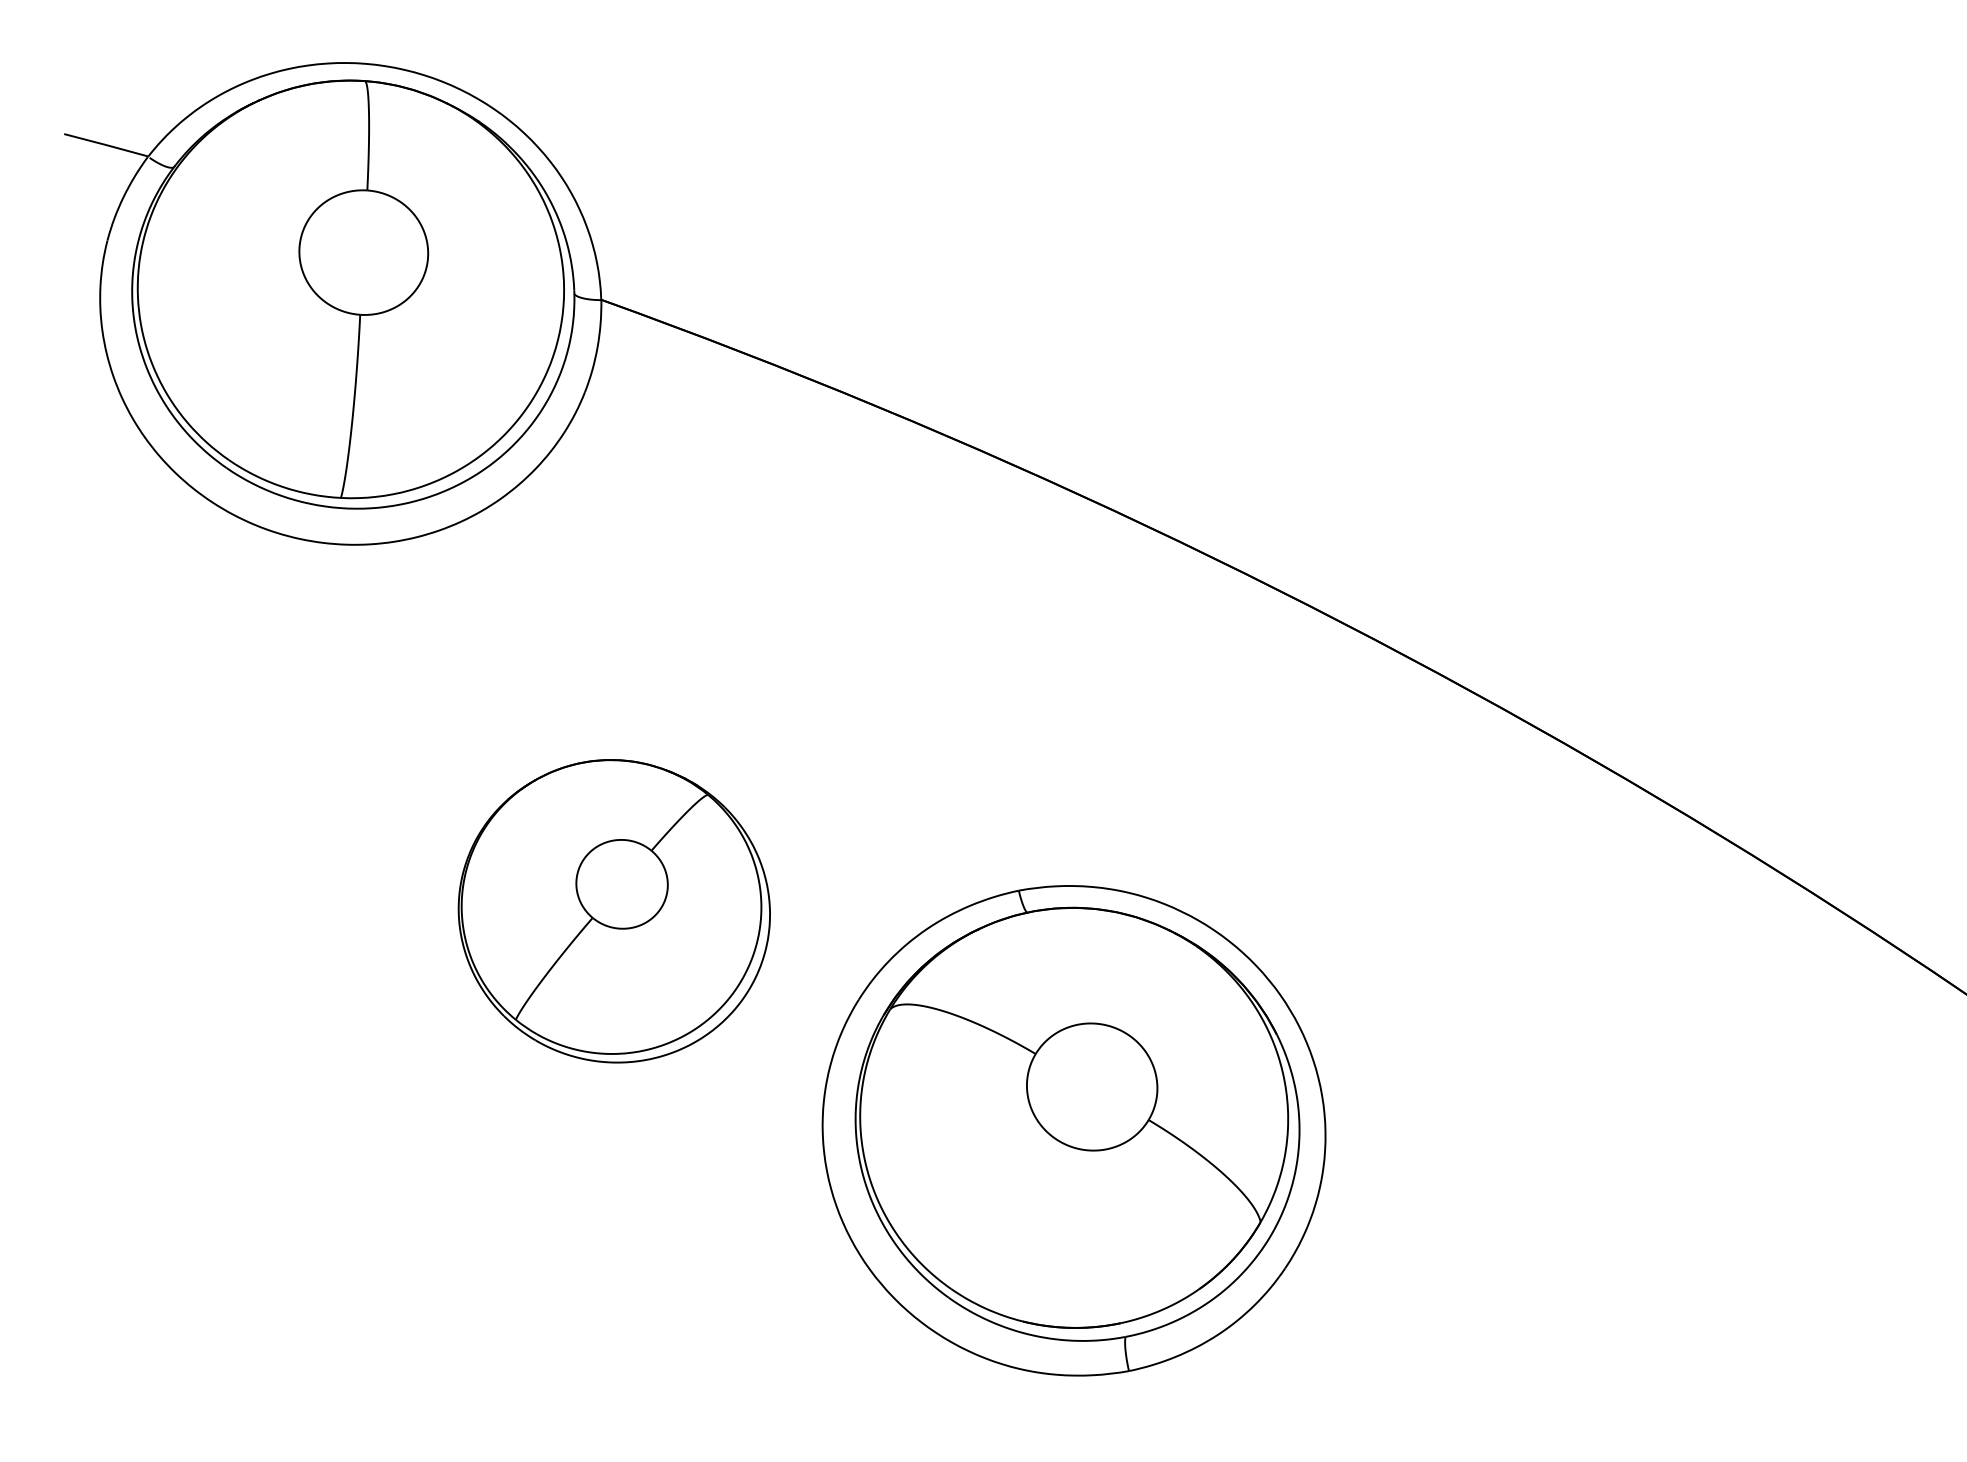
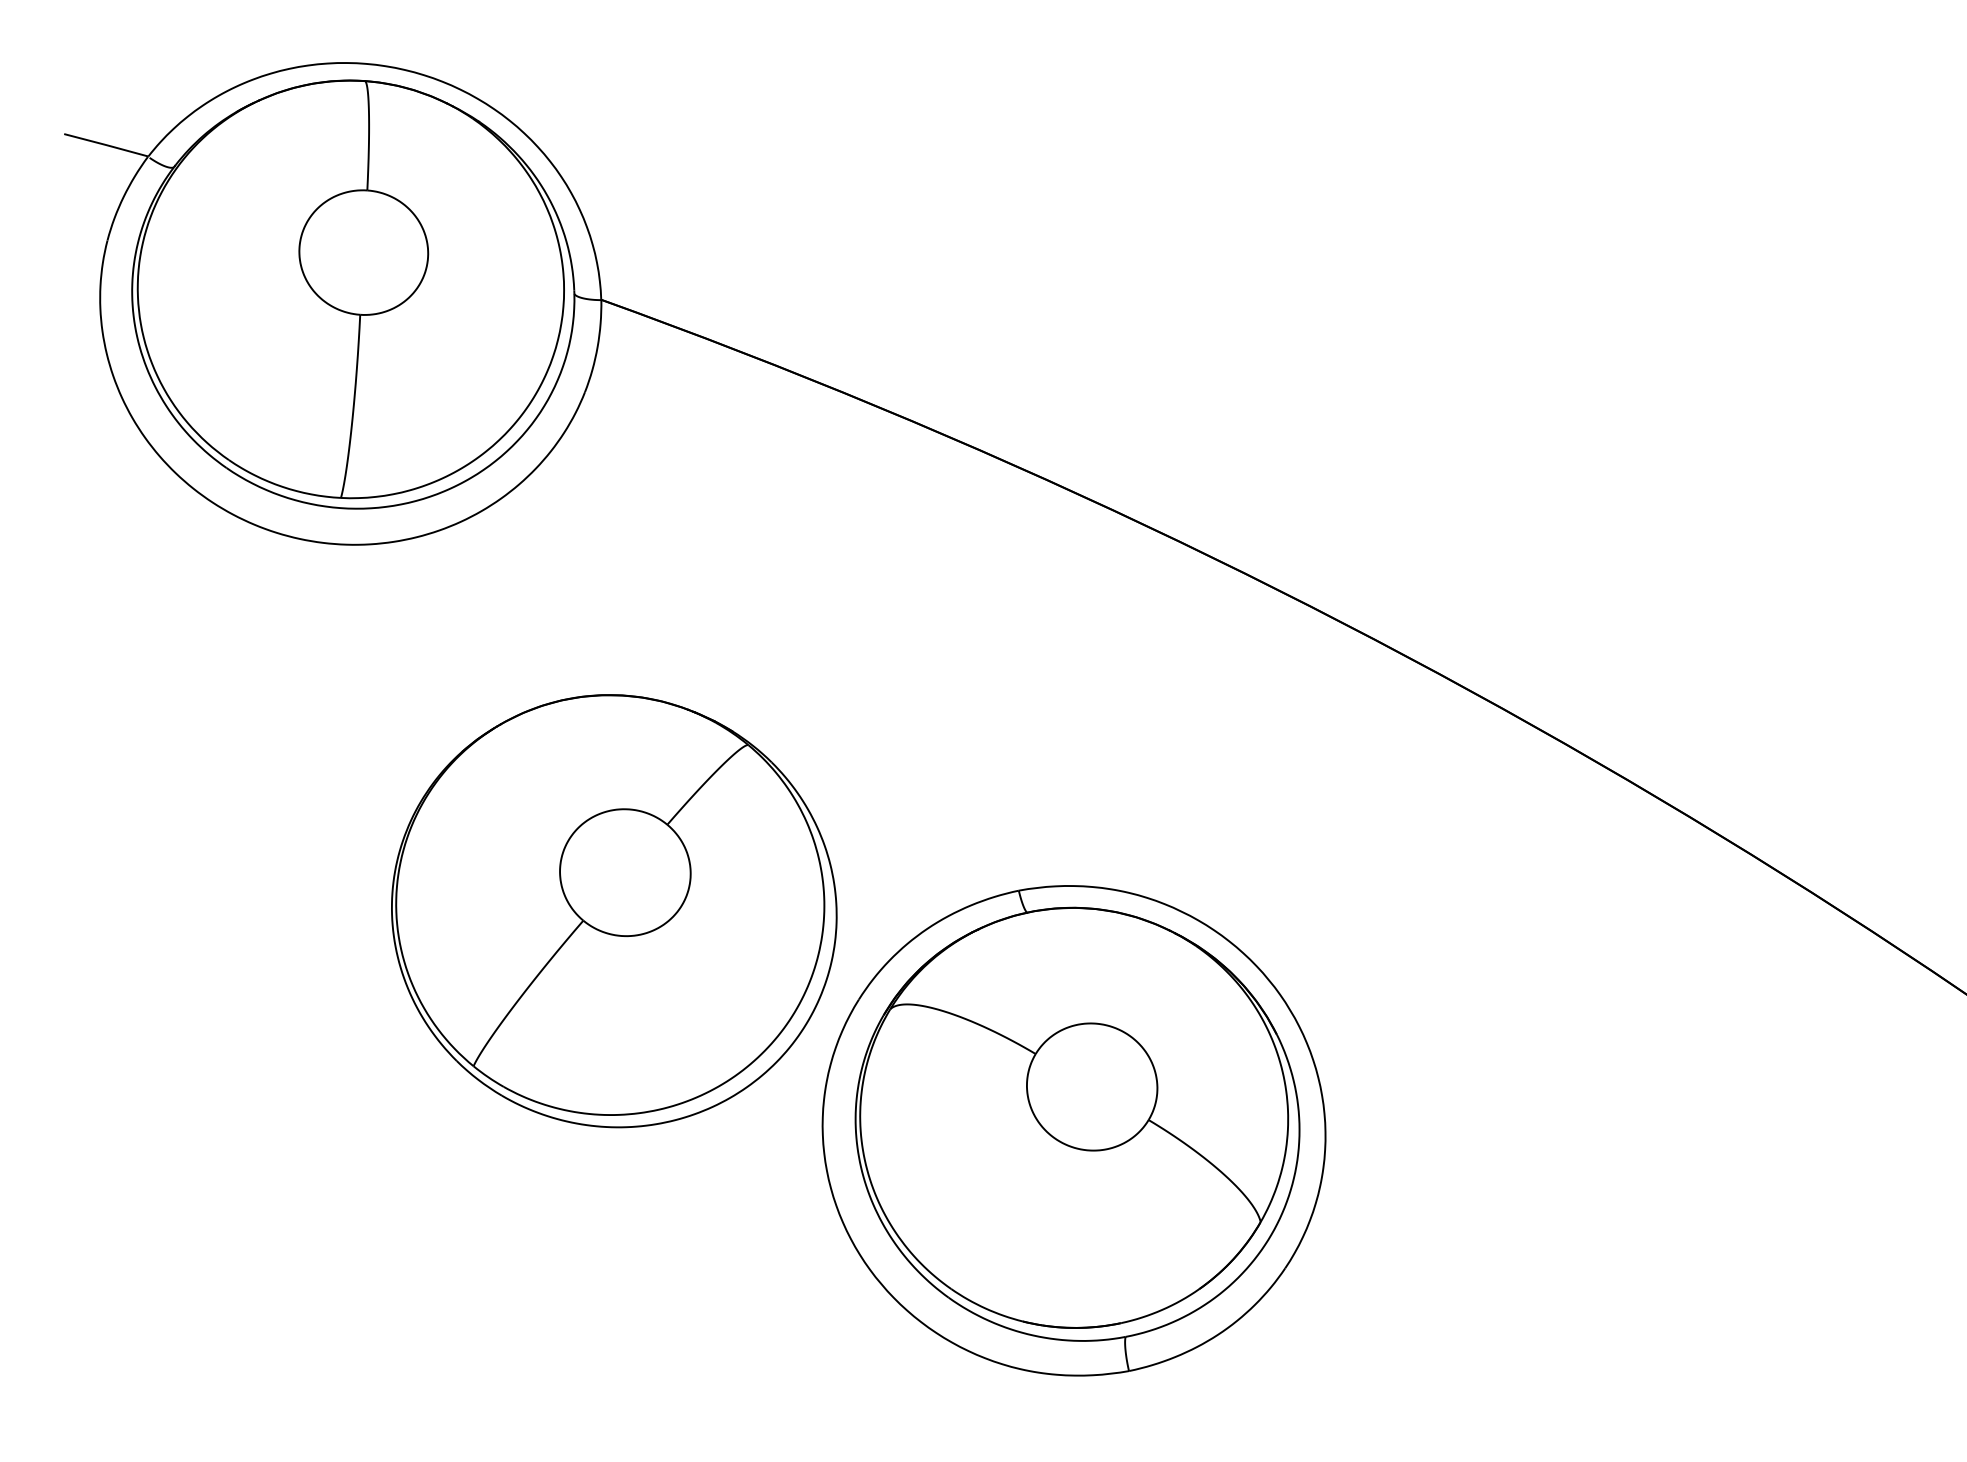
part at (613, 911) size: 314x305 px -> 447x435 px
